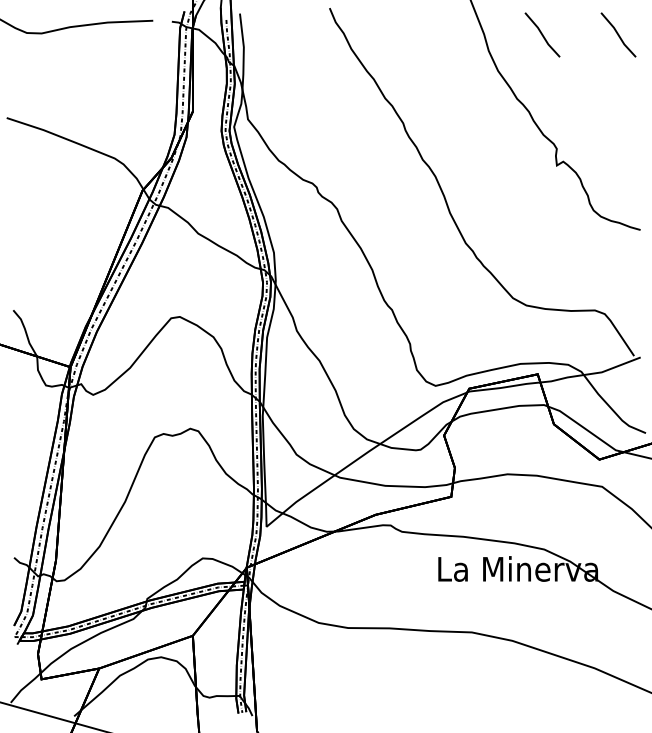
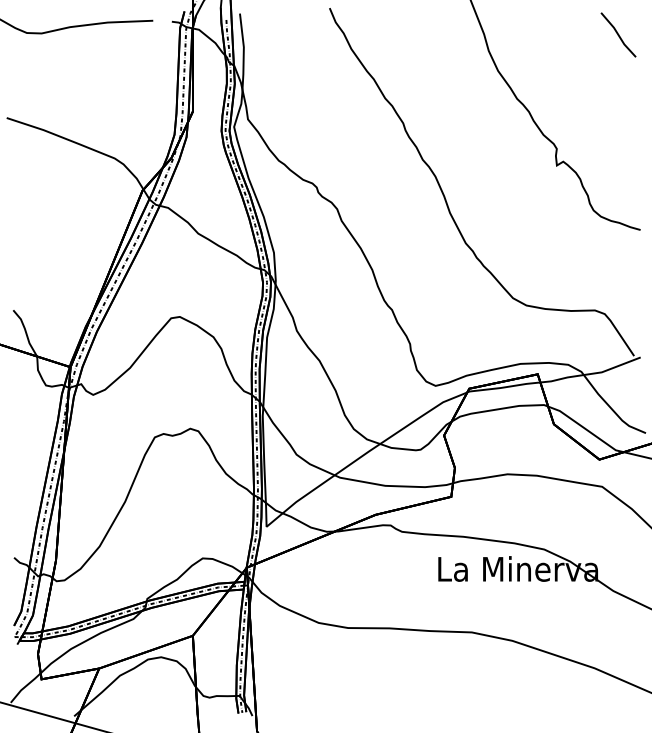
line at (542, 34): present -> none
